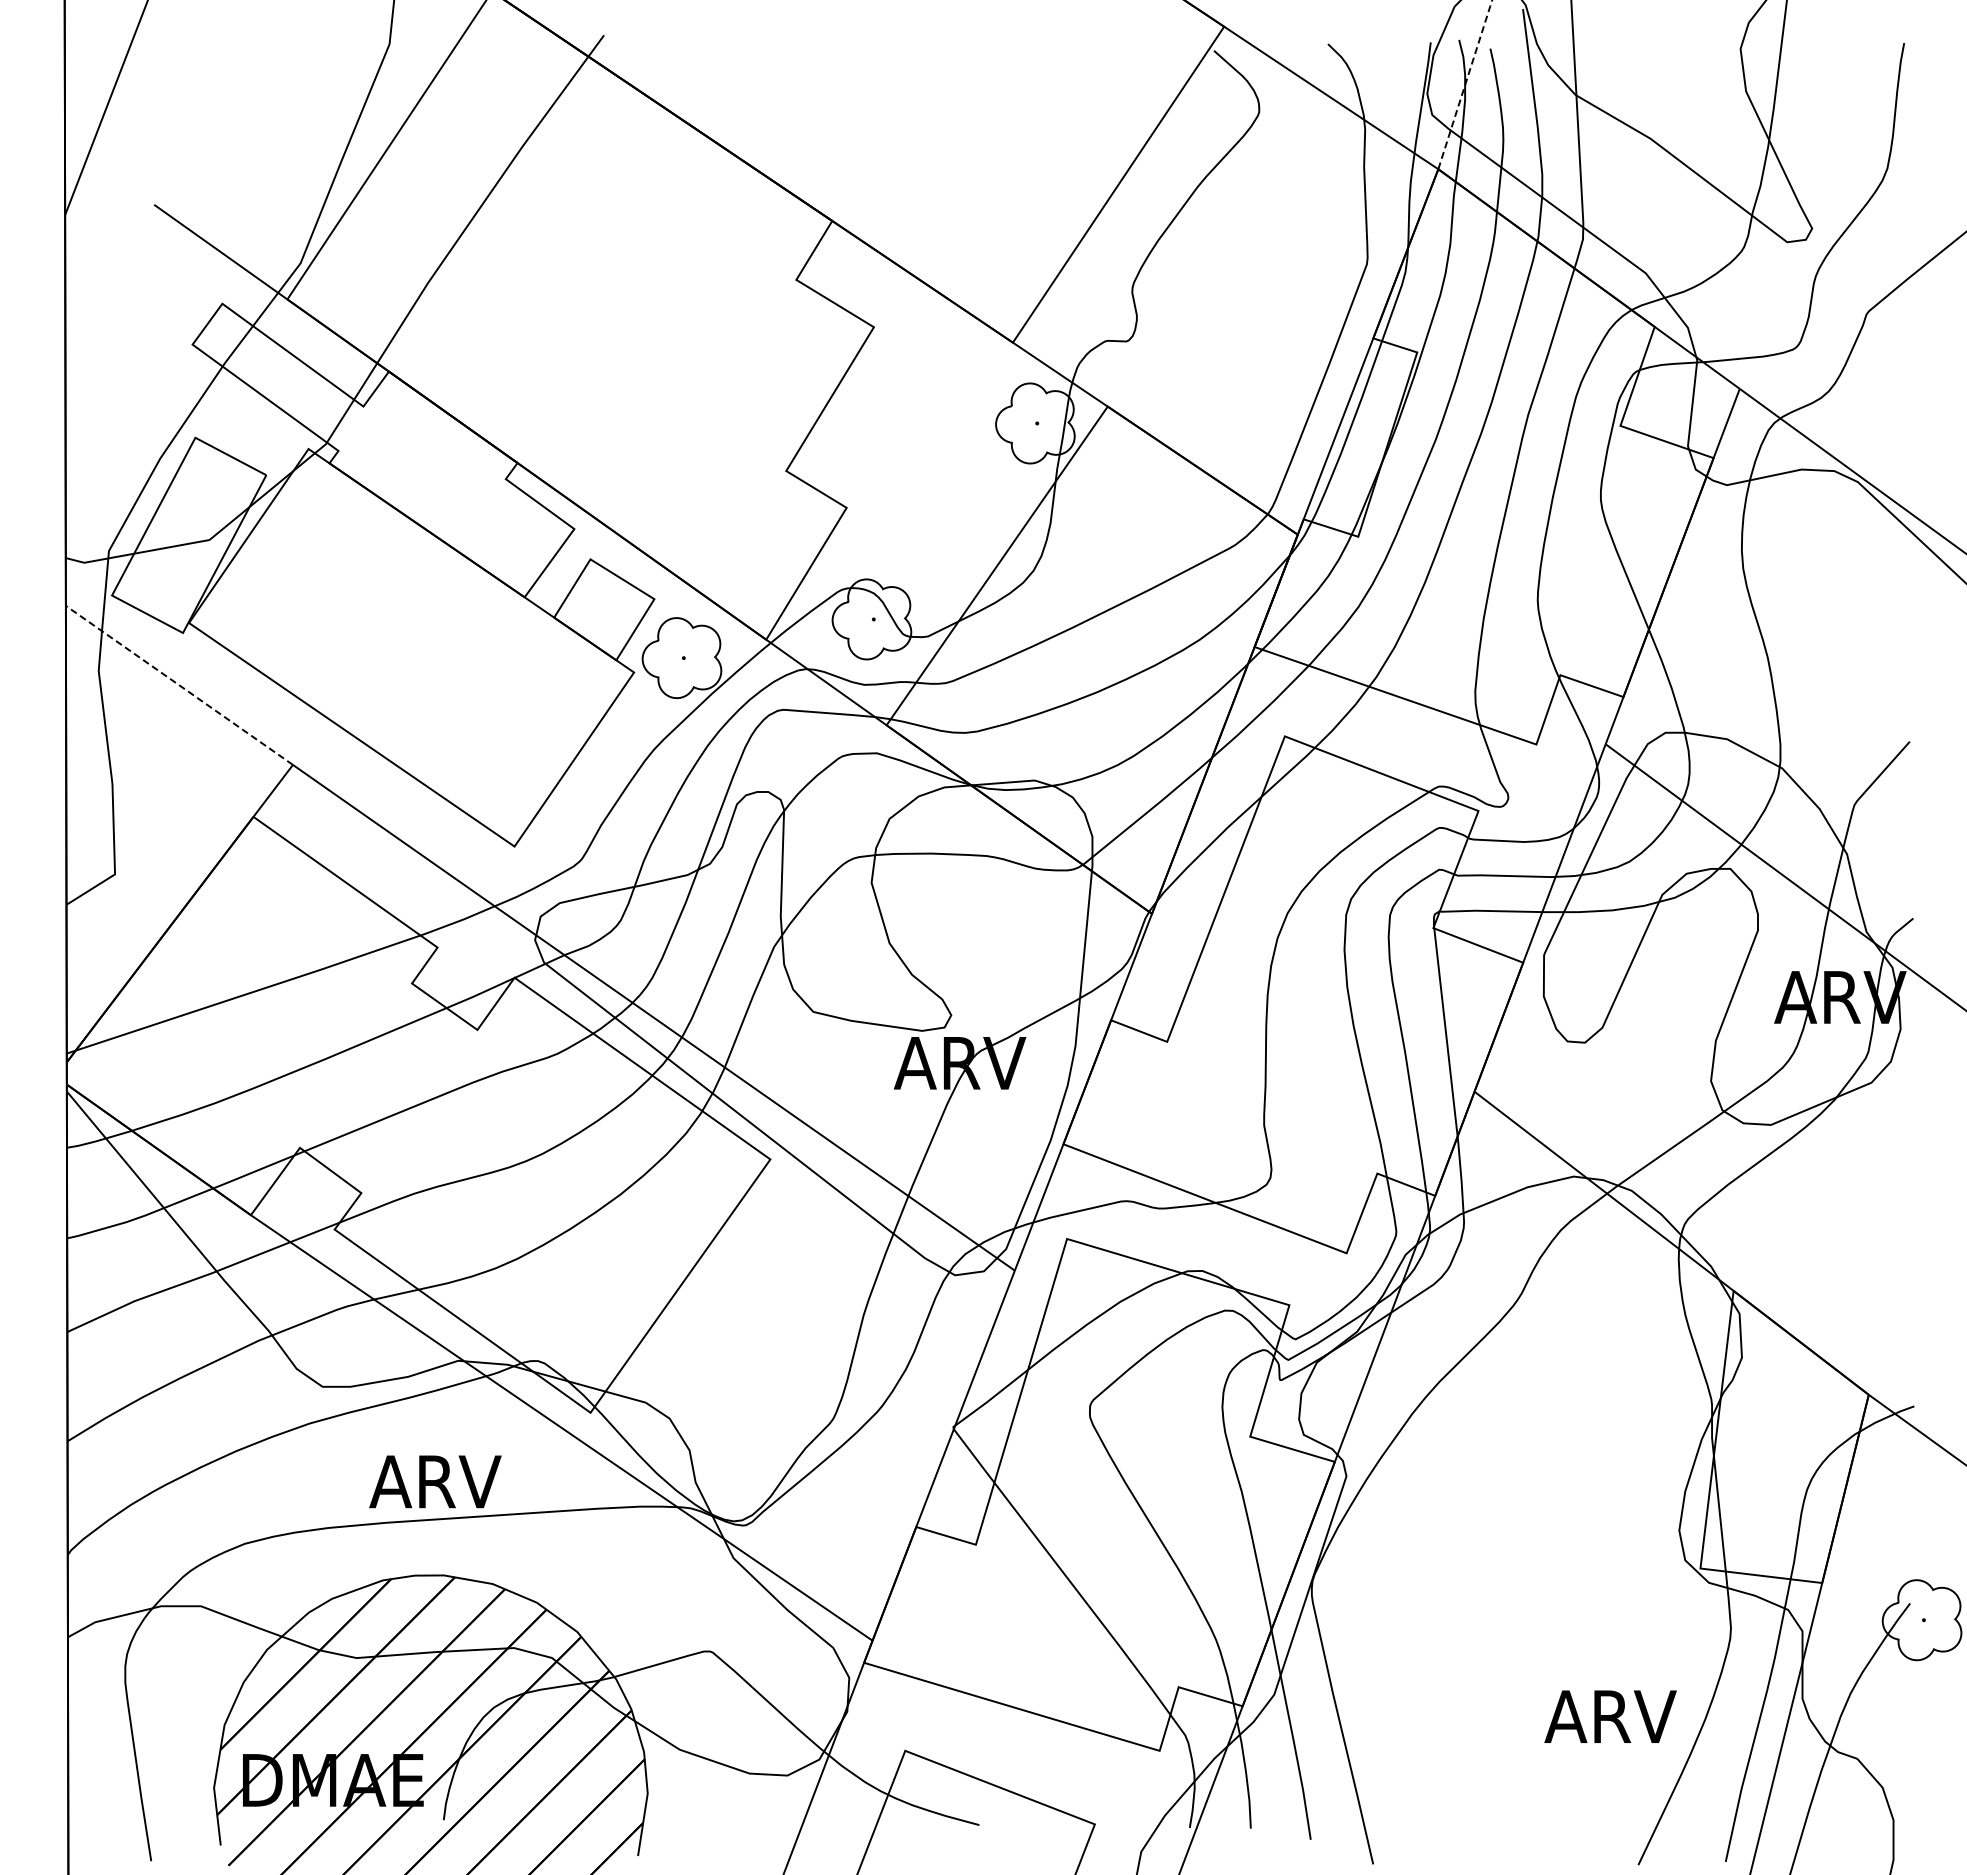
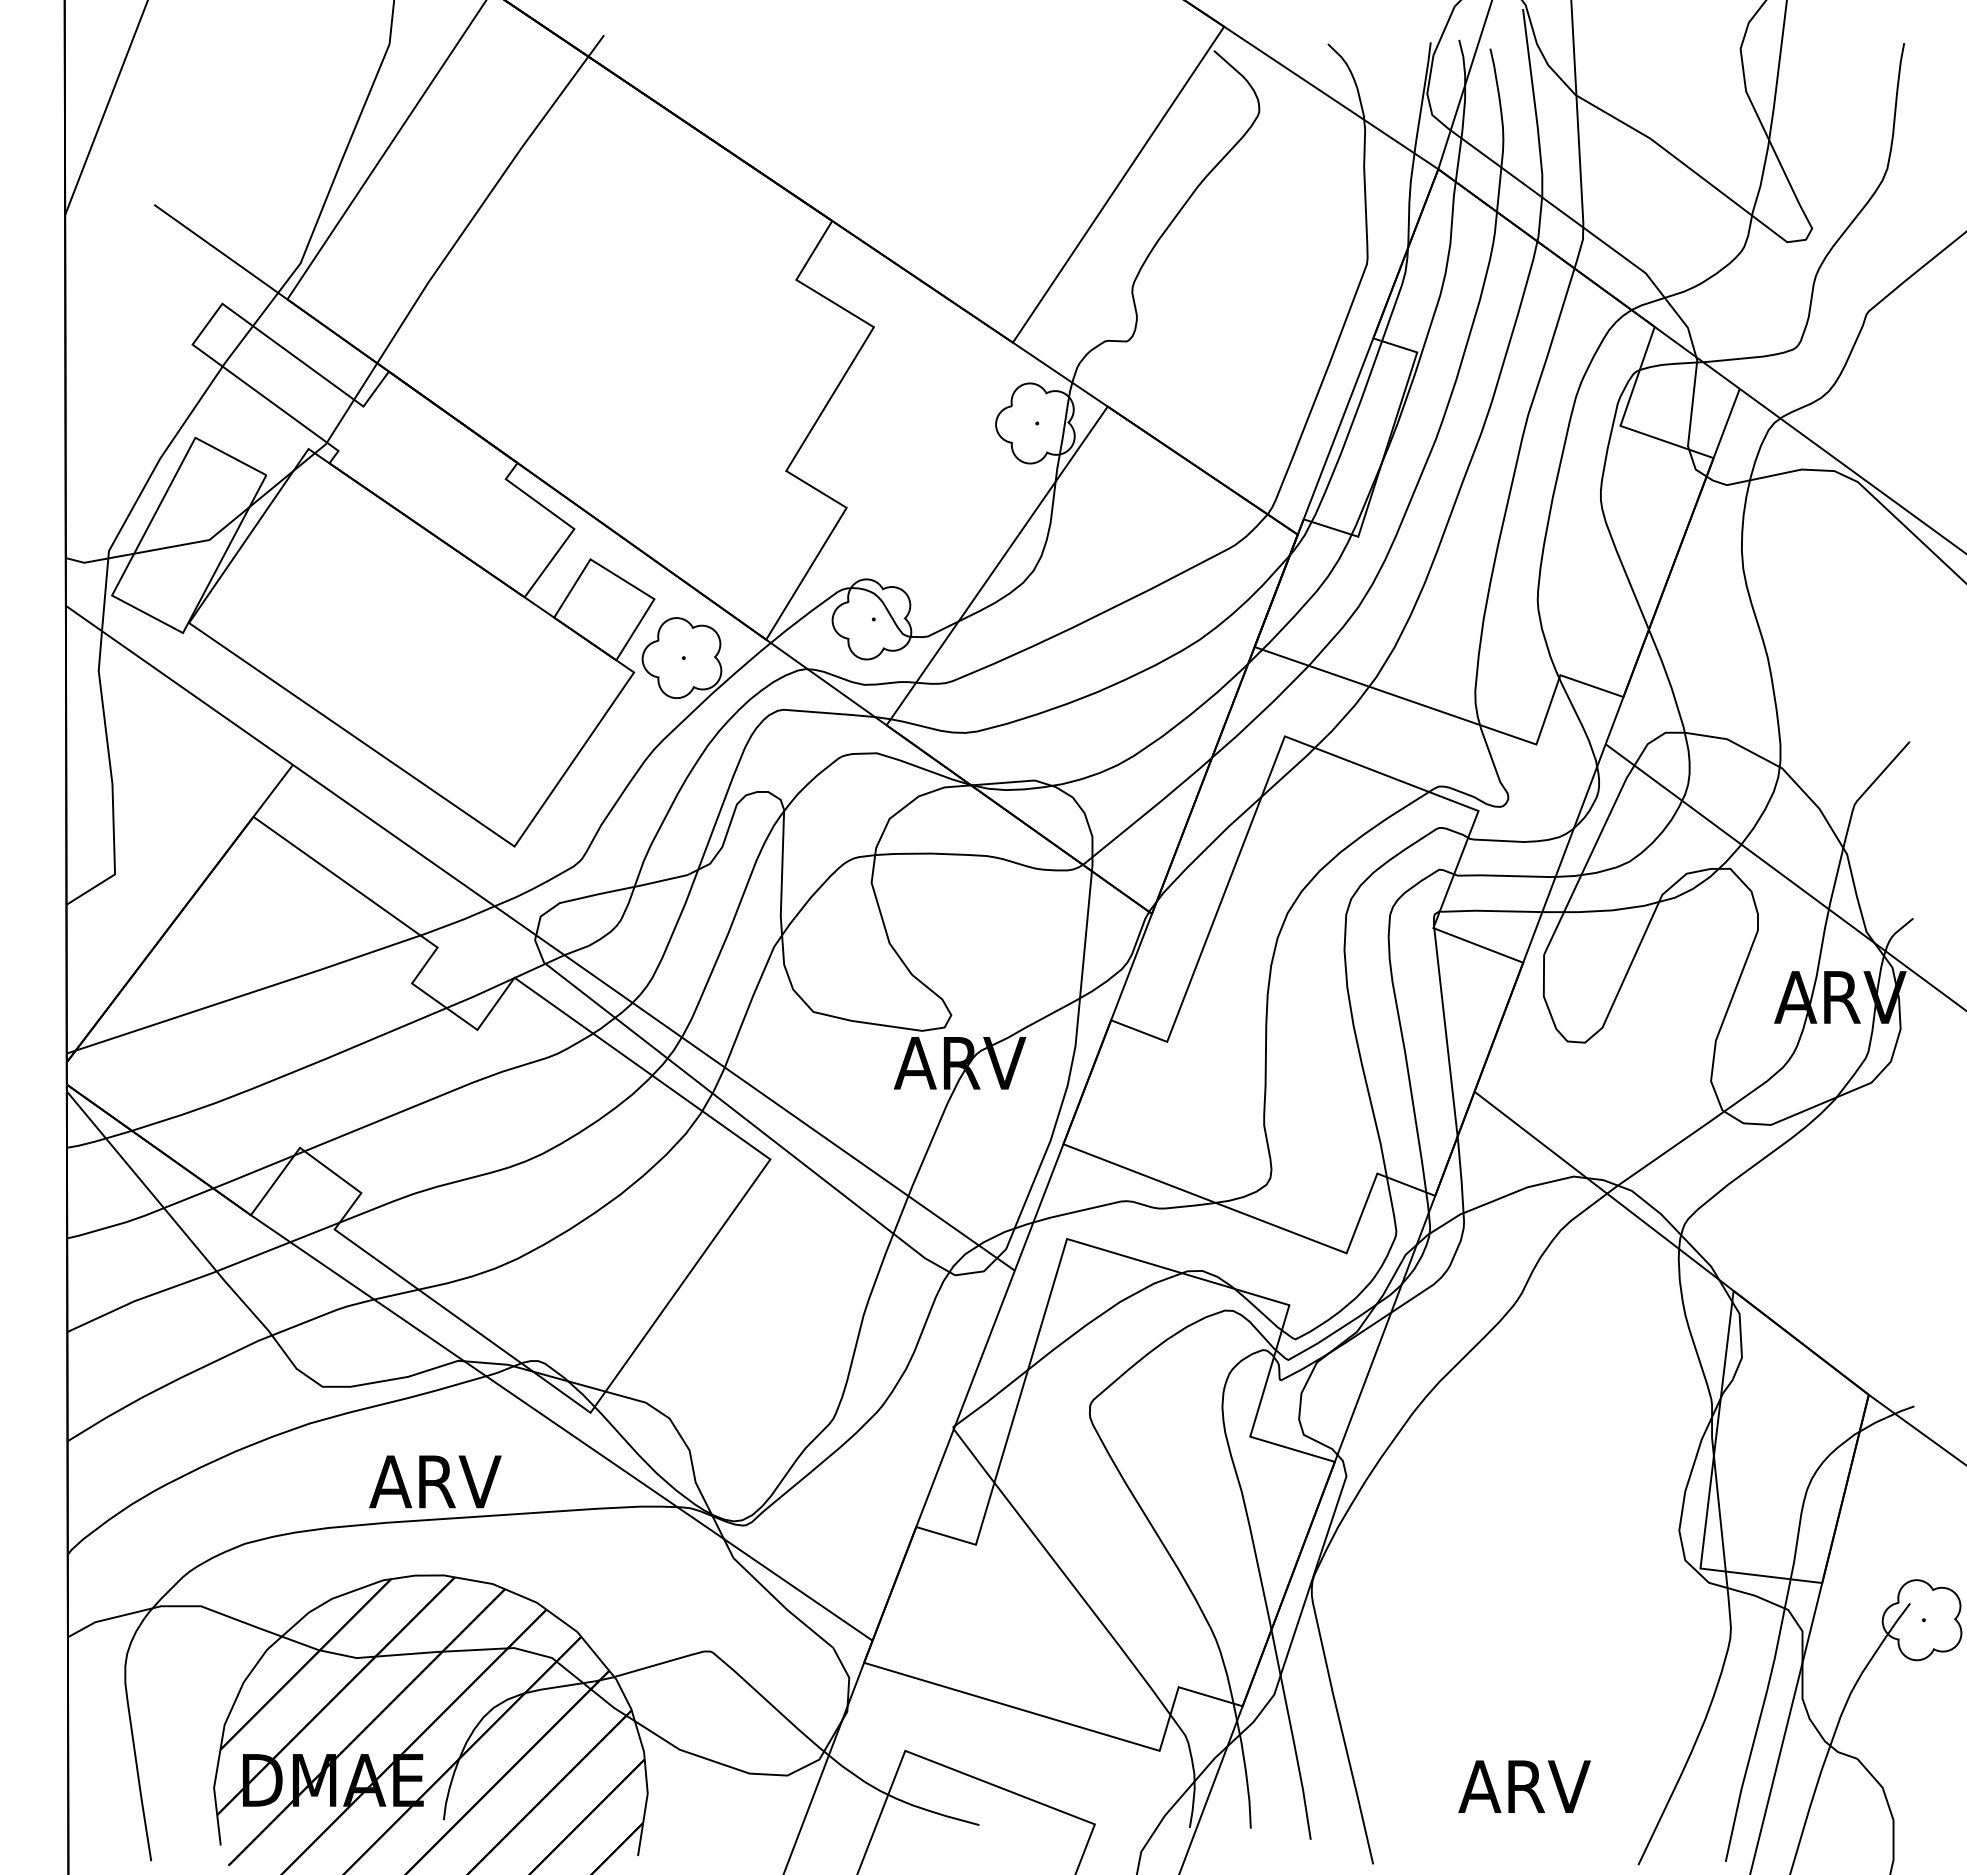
line at (1465, 84): dashed -> solid
line at (179, 685): dashed -> solid
text at (1610, 1716) position: (1610, 1716) -> (1524, 1786)
